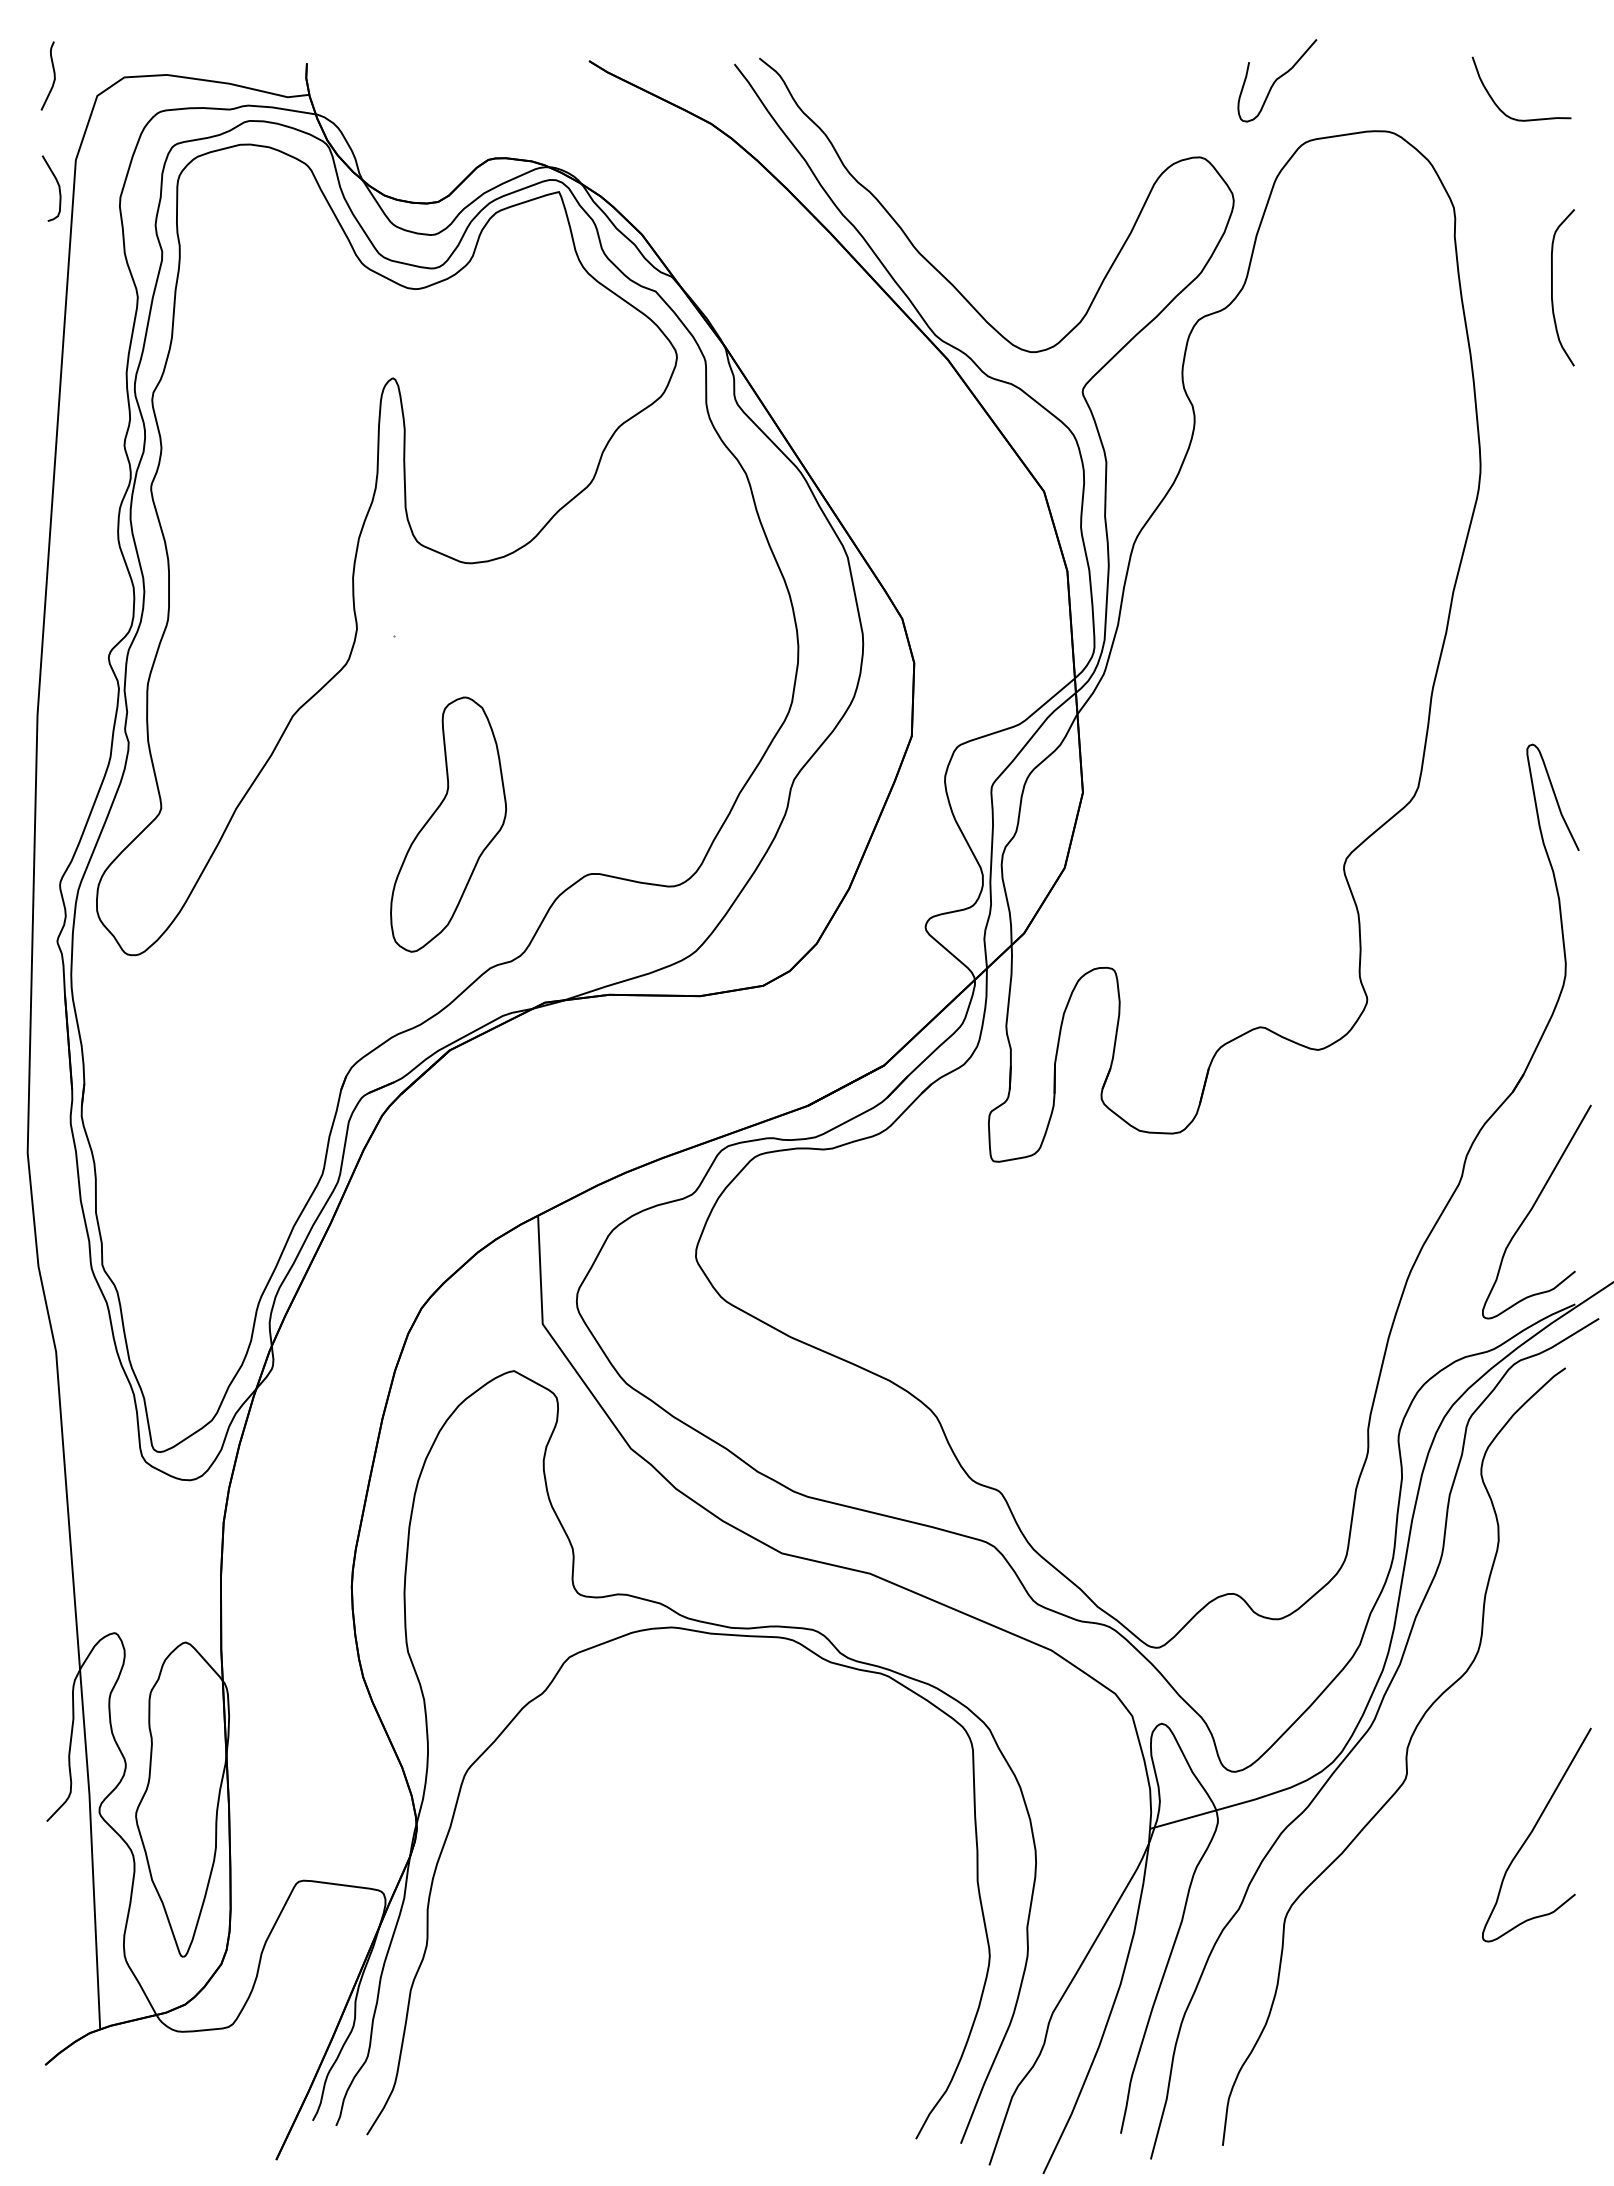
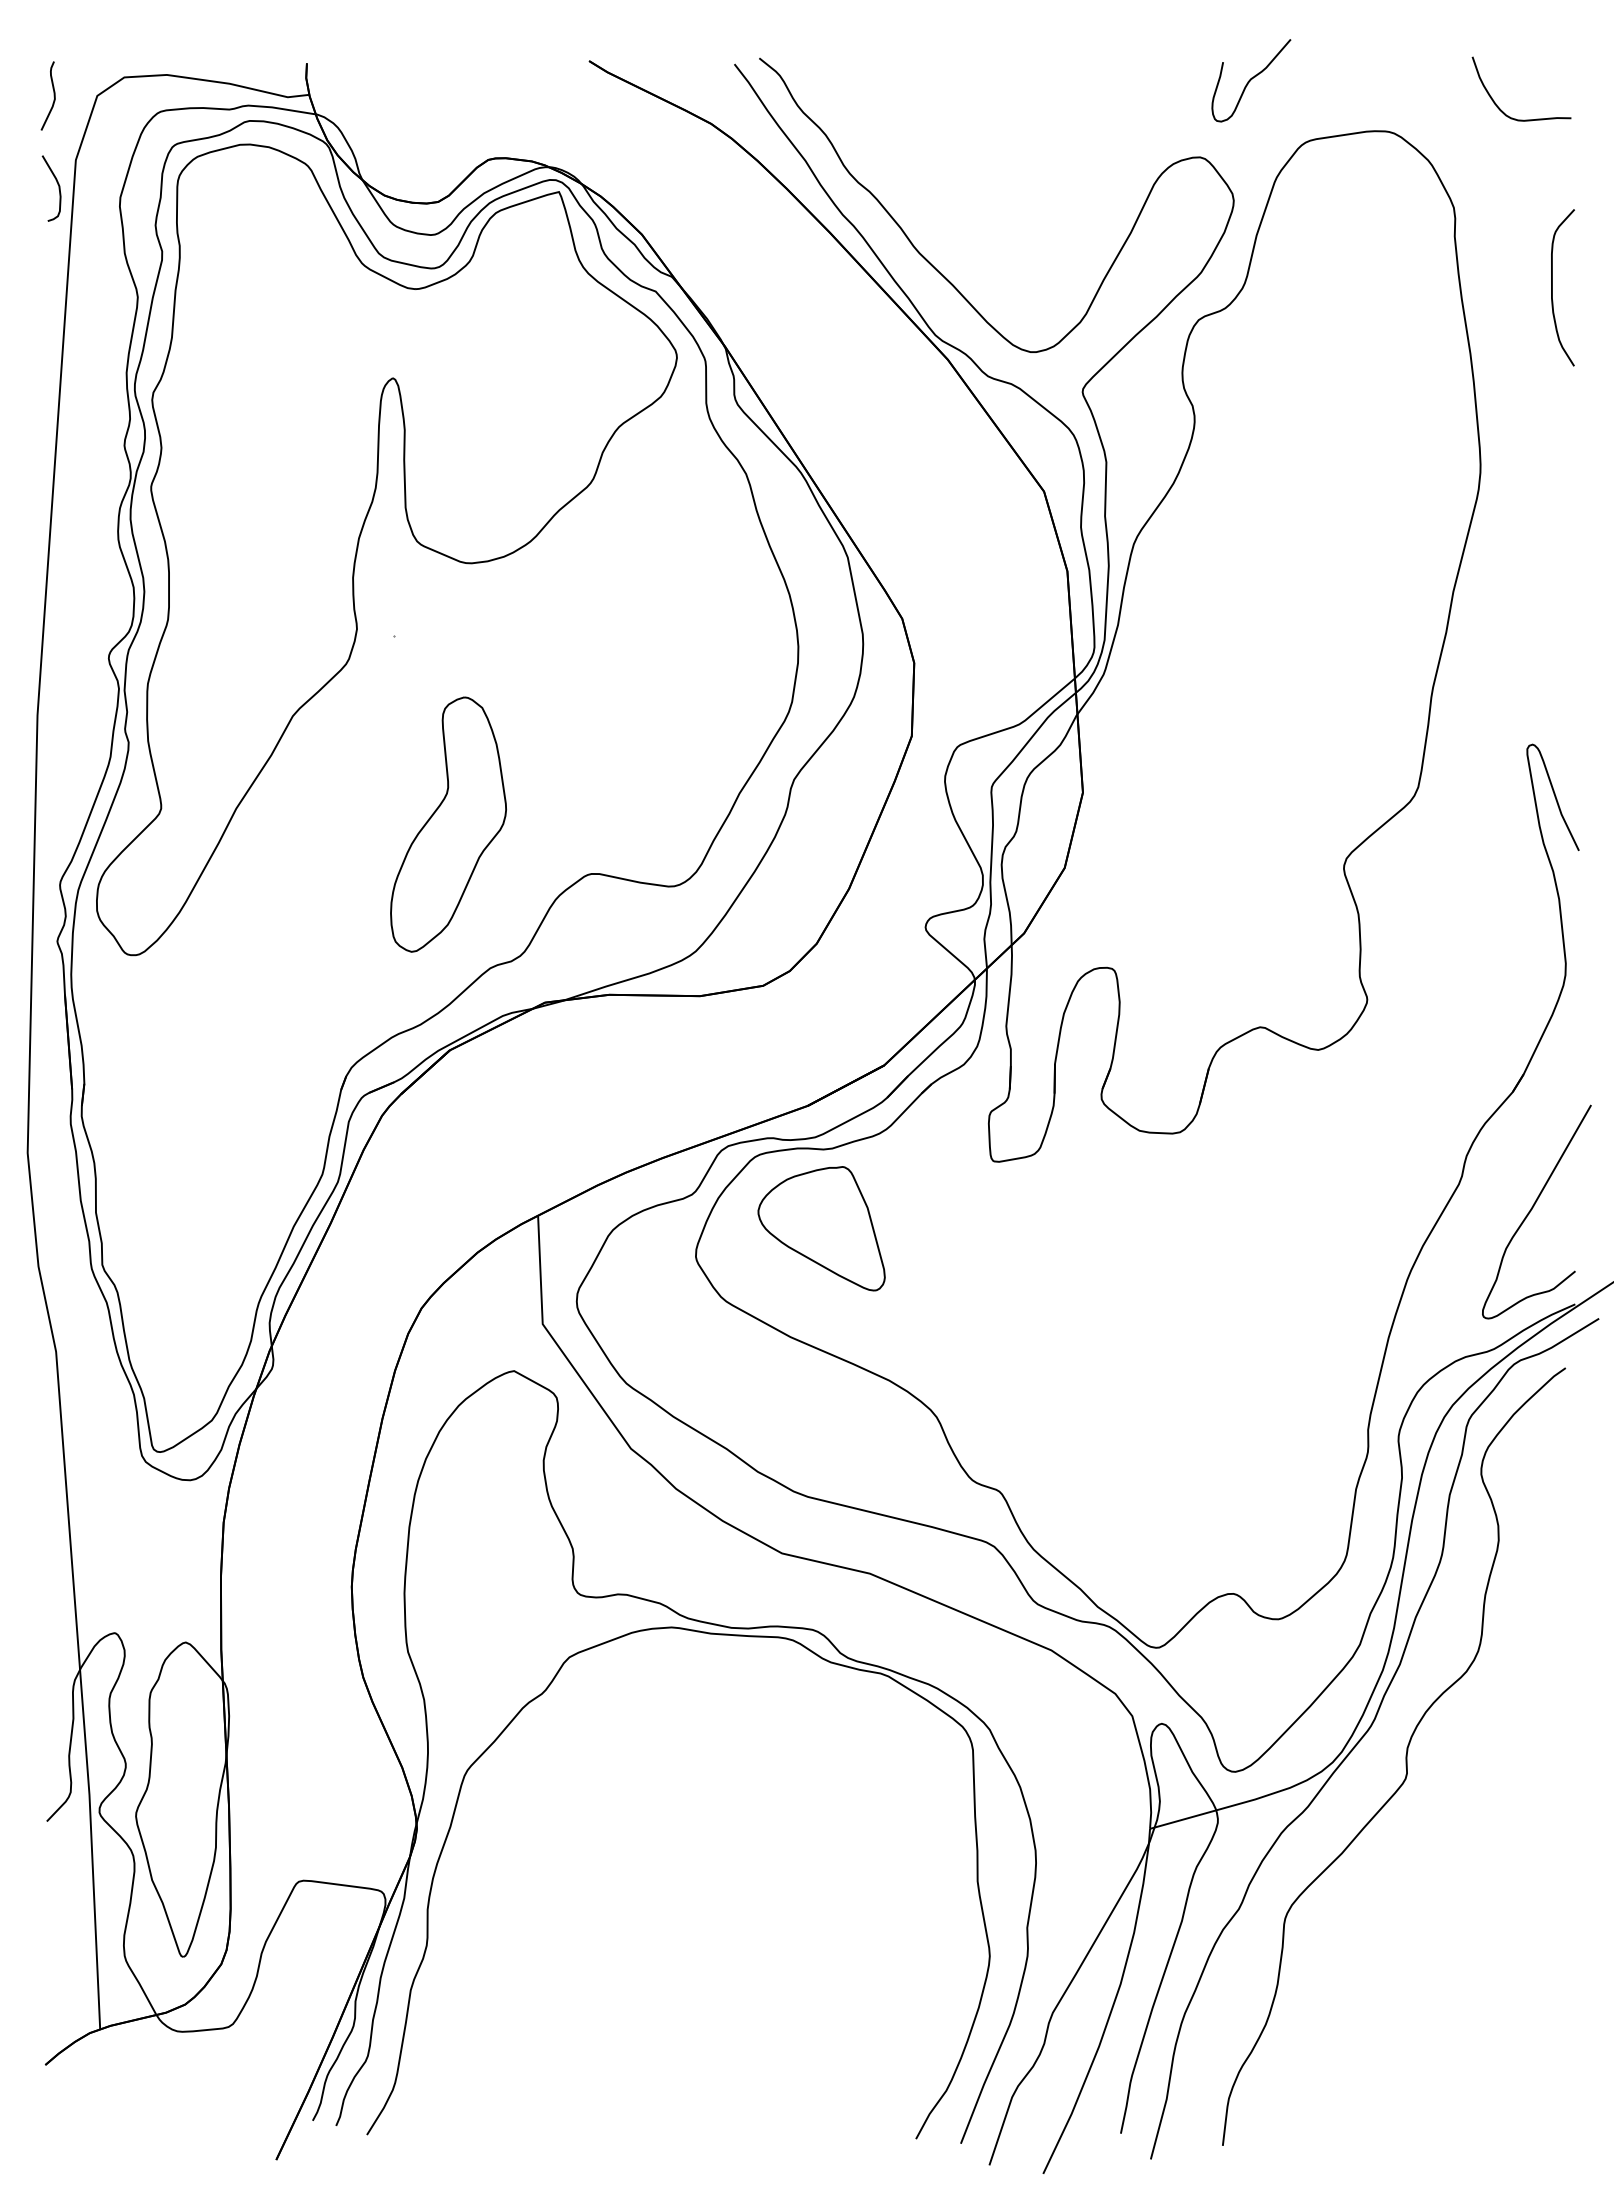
curve at (53, 75) position: (53, 75) -> (53, 95)
curve at (1277, 80) position: (1277, 80) -> (1251, 80)
part at (821, 1228): none -> present
curve at (1532, 1832): present -> none
